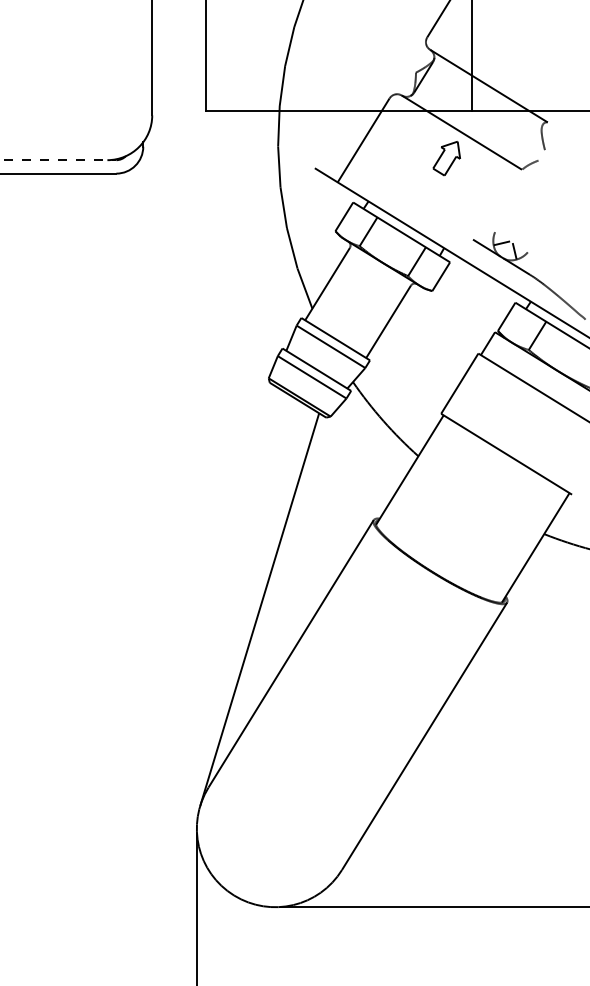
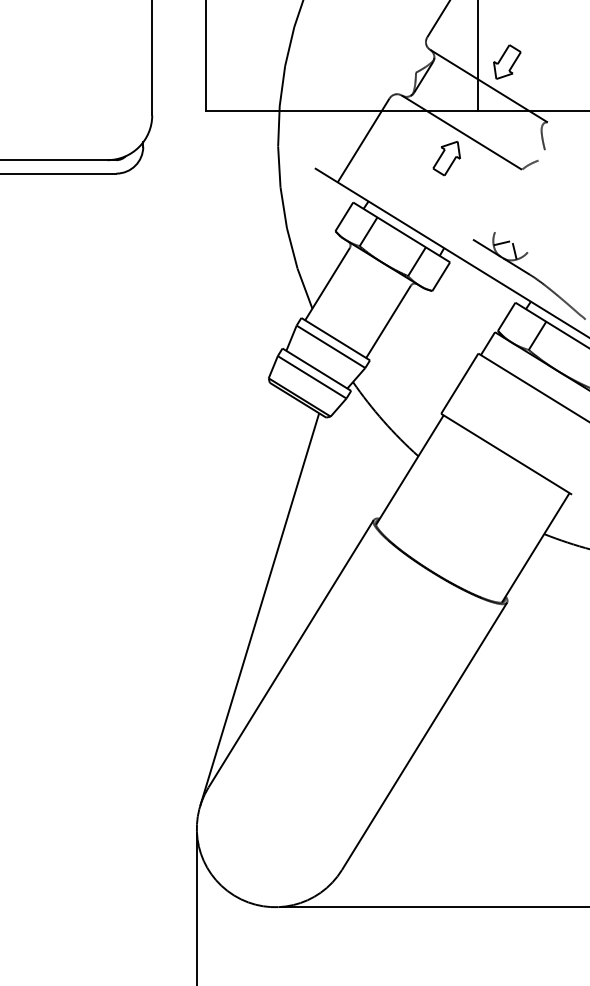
line at (471, 56) position: (471, 56) -> (477, 56)
part at (507, 61): none -> present
line at (58, 160): dashed -> solid
